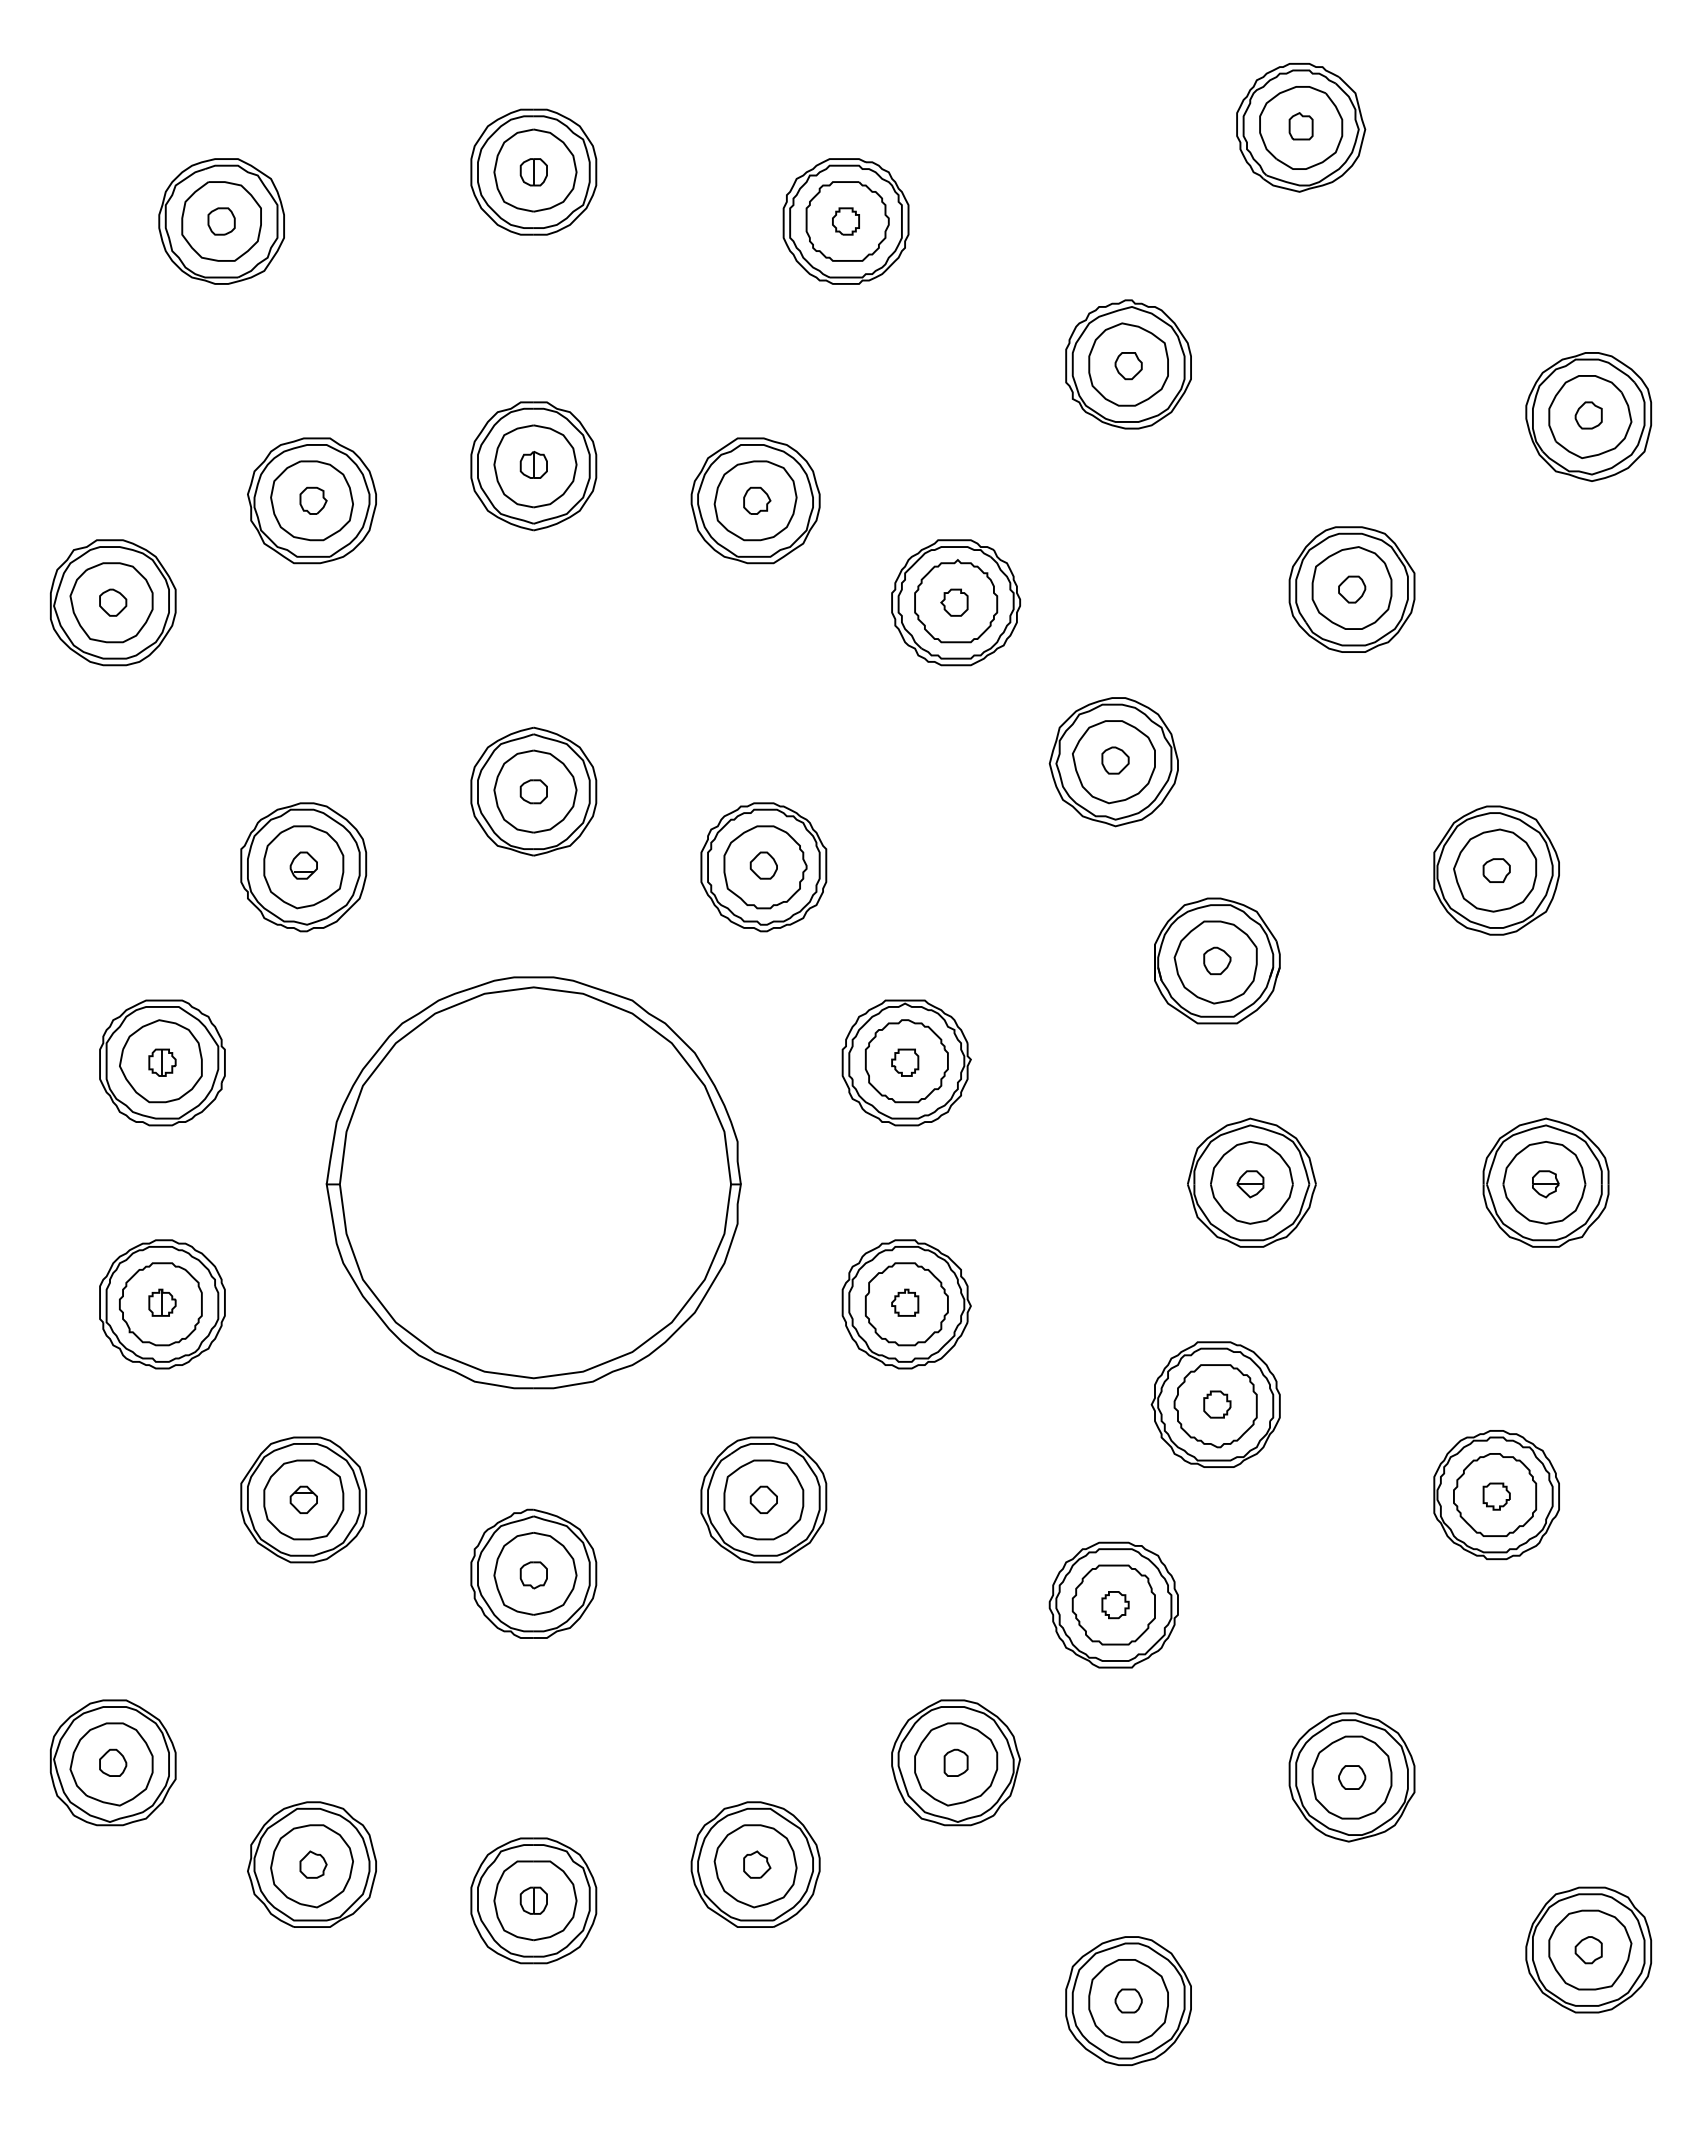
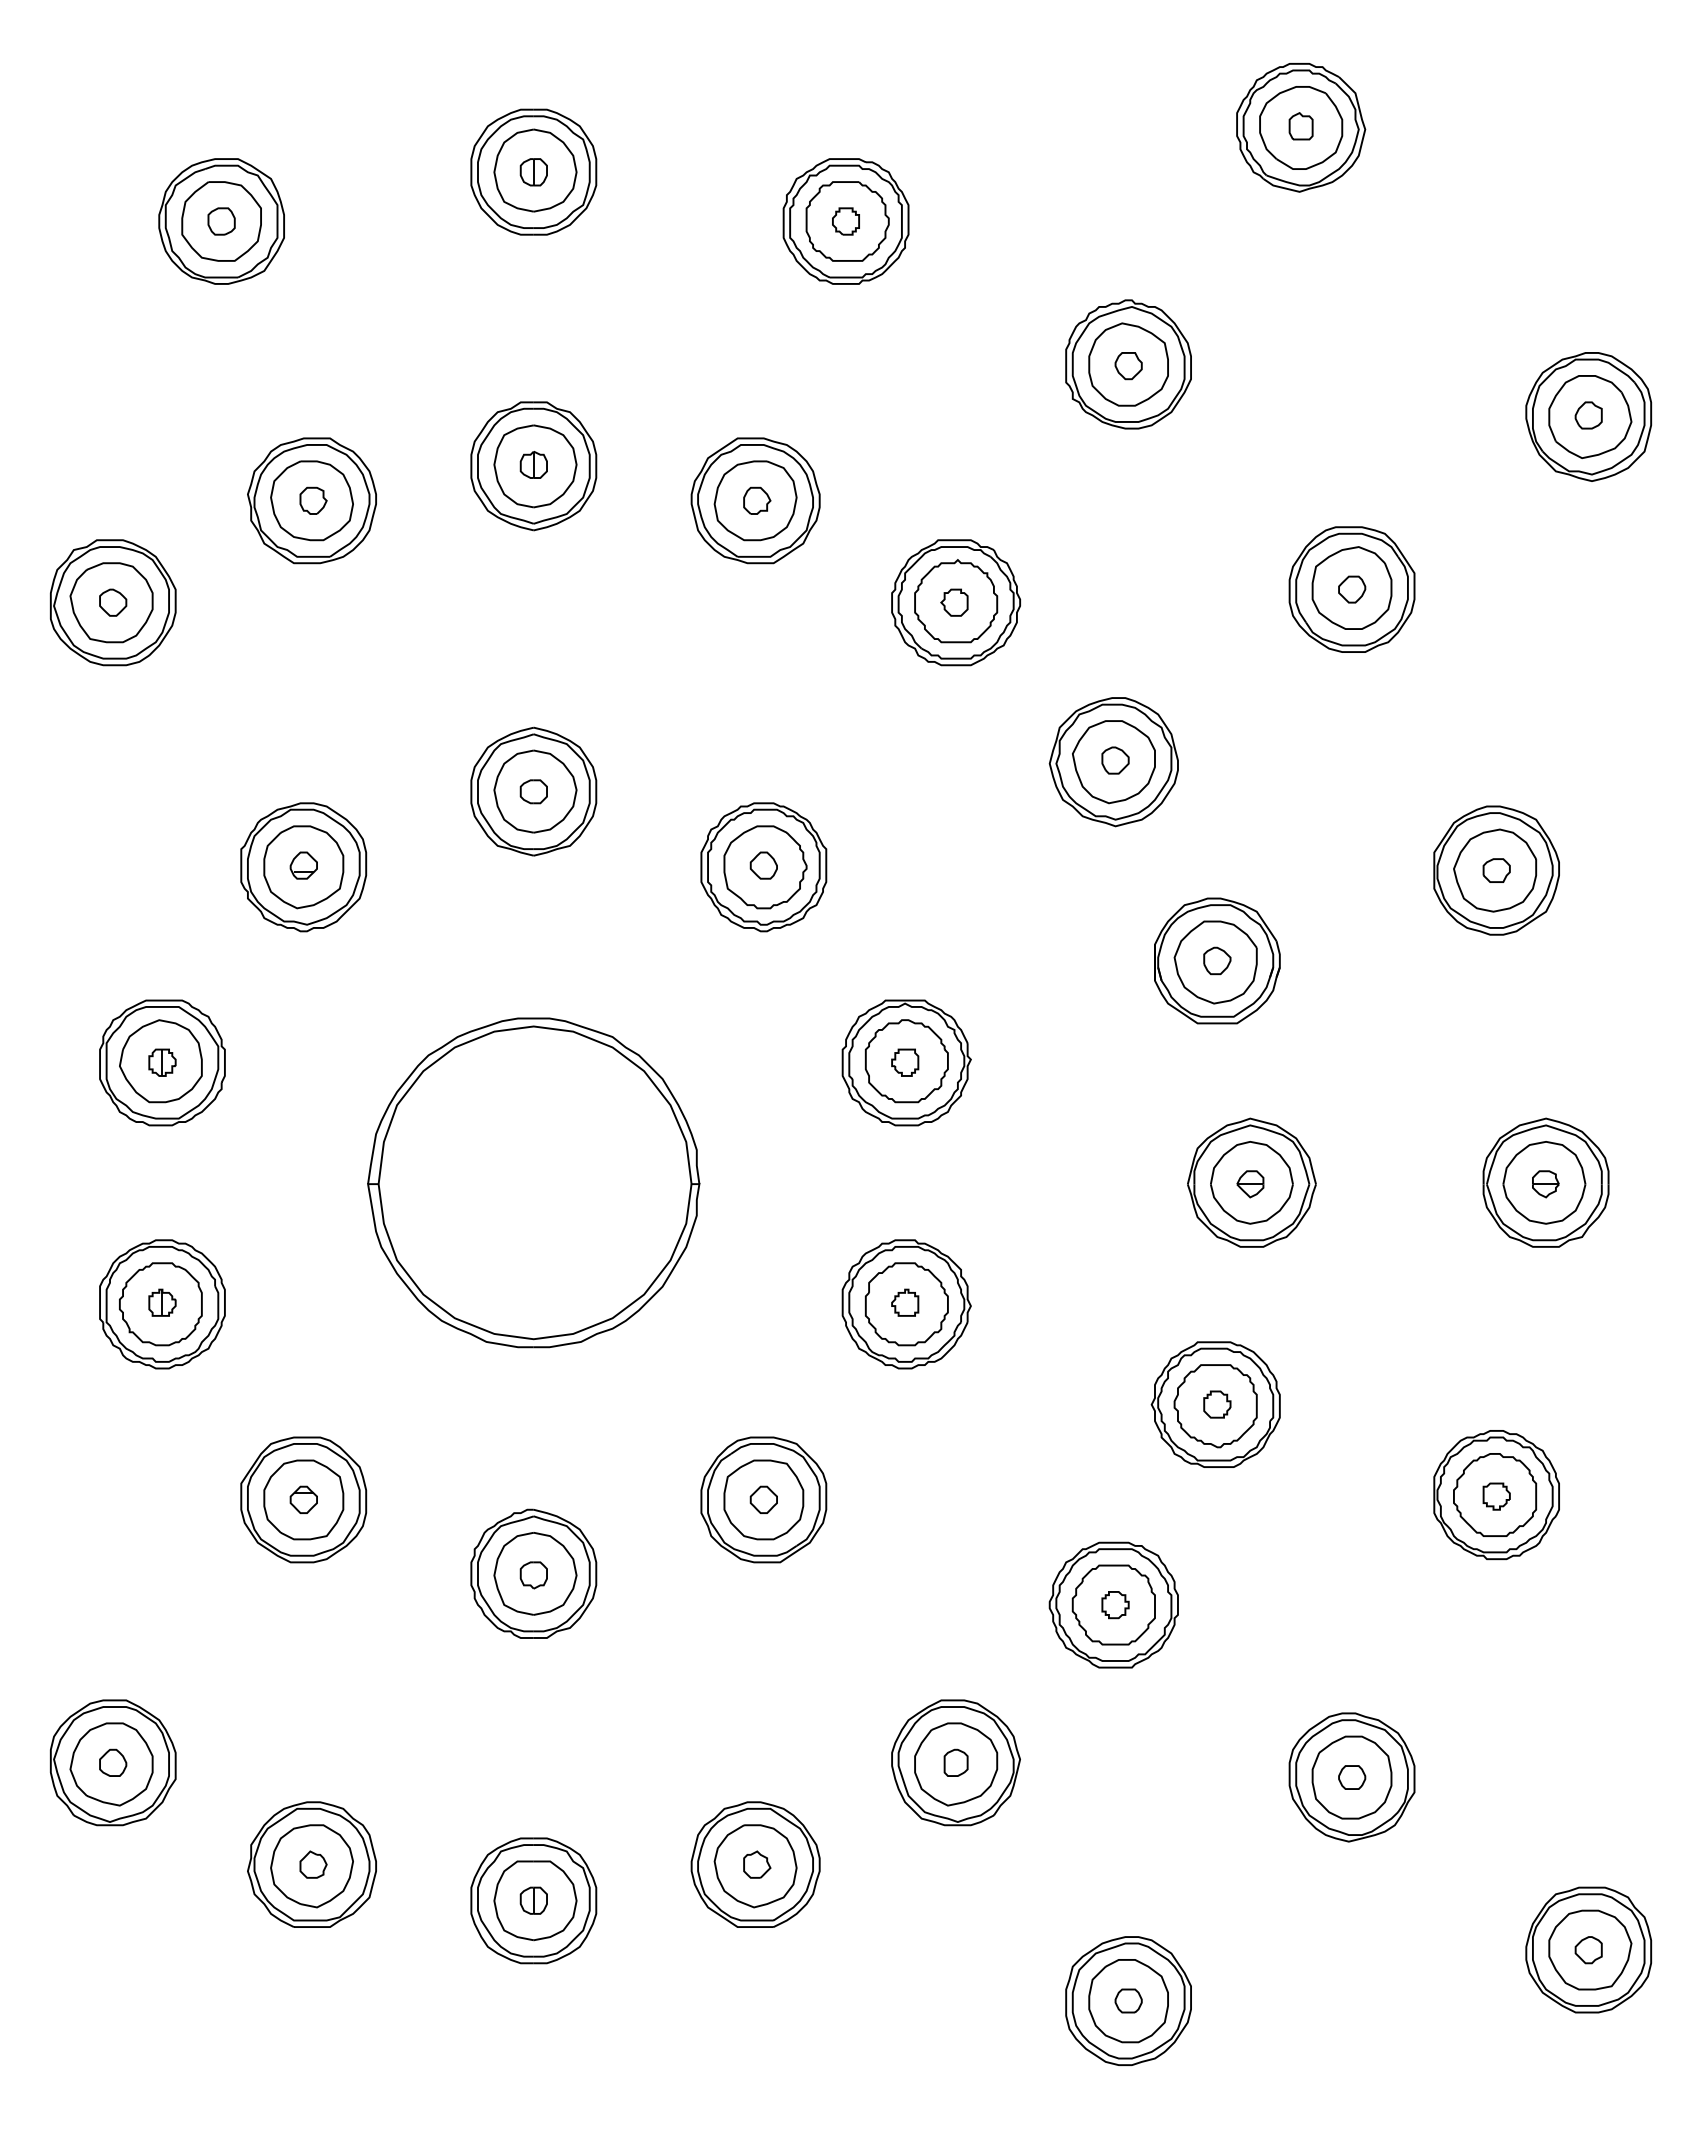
part at (533, 1182) size: 417x414 px -> 334x332 px
